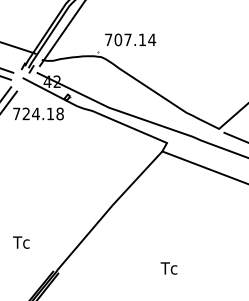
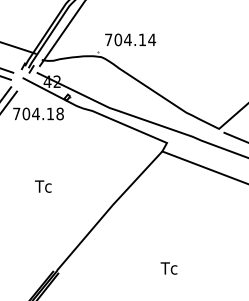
text at (127, 39): 707.14 -> 704.14
text at (26, 113): 724.18 -> 704.18
text at (21, 242) position: (21, 242) -> (43, 186)
